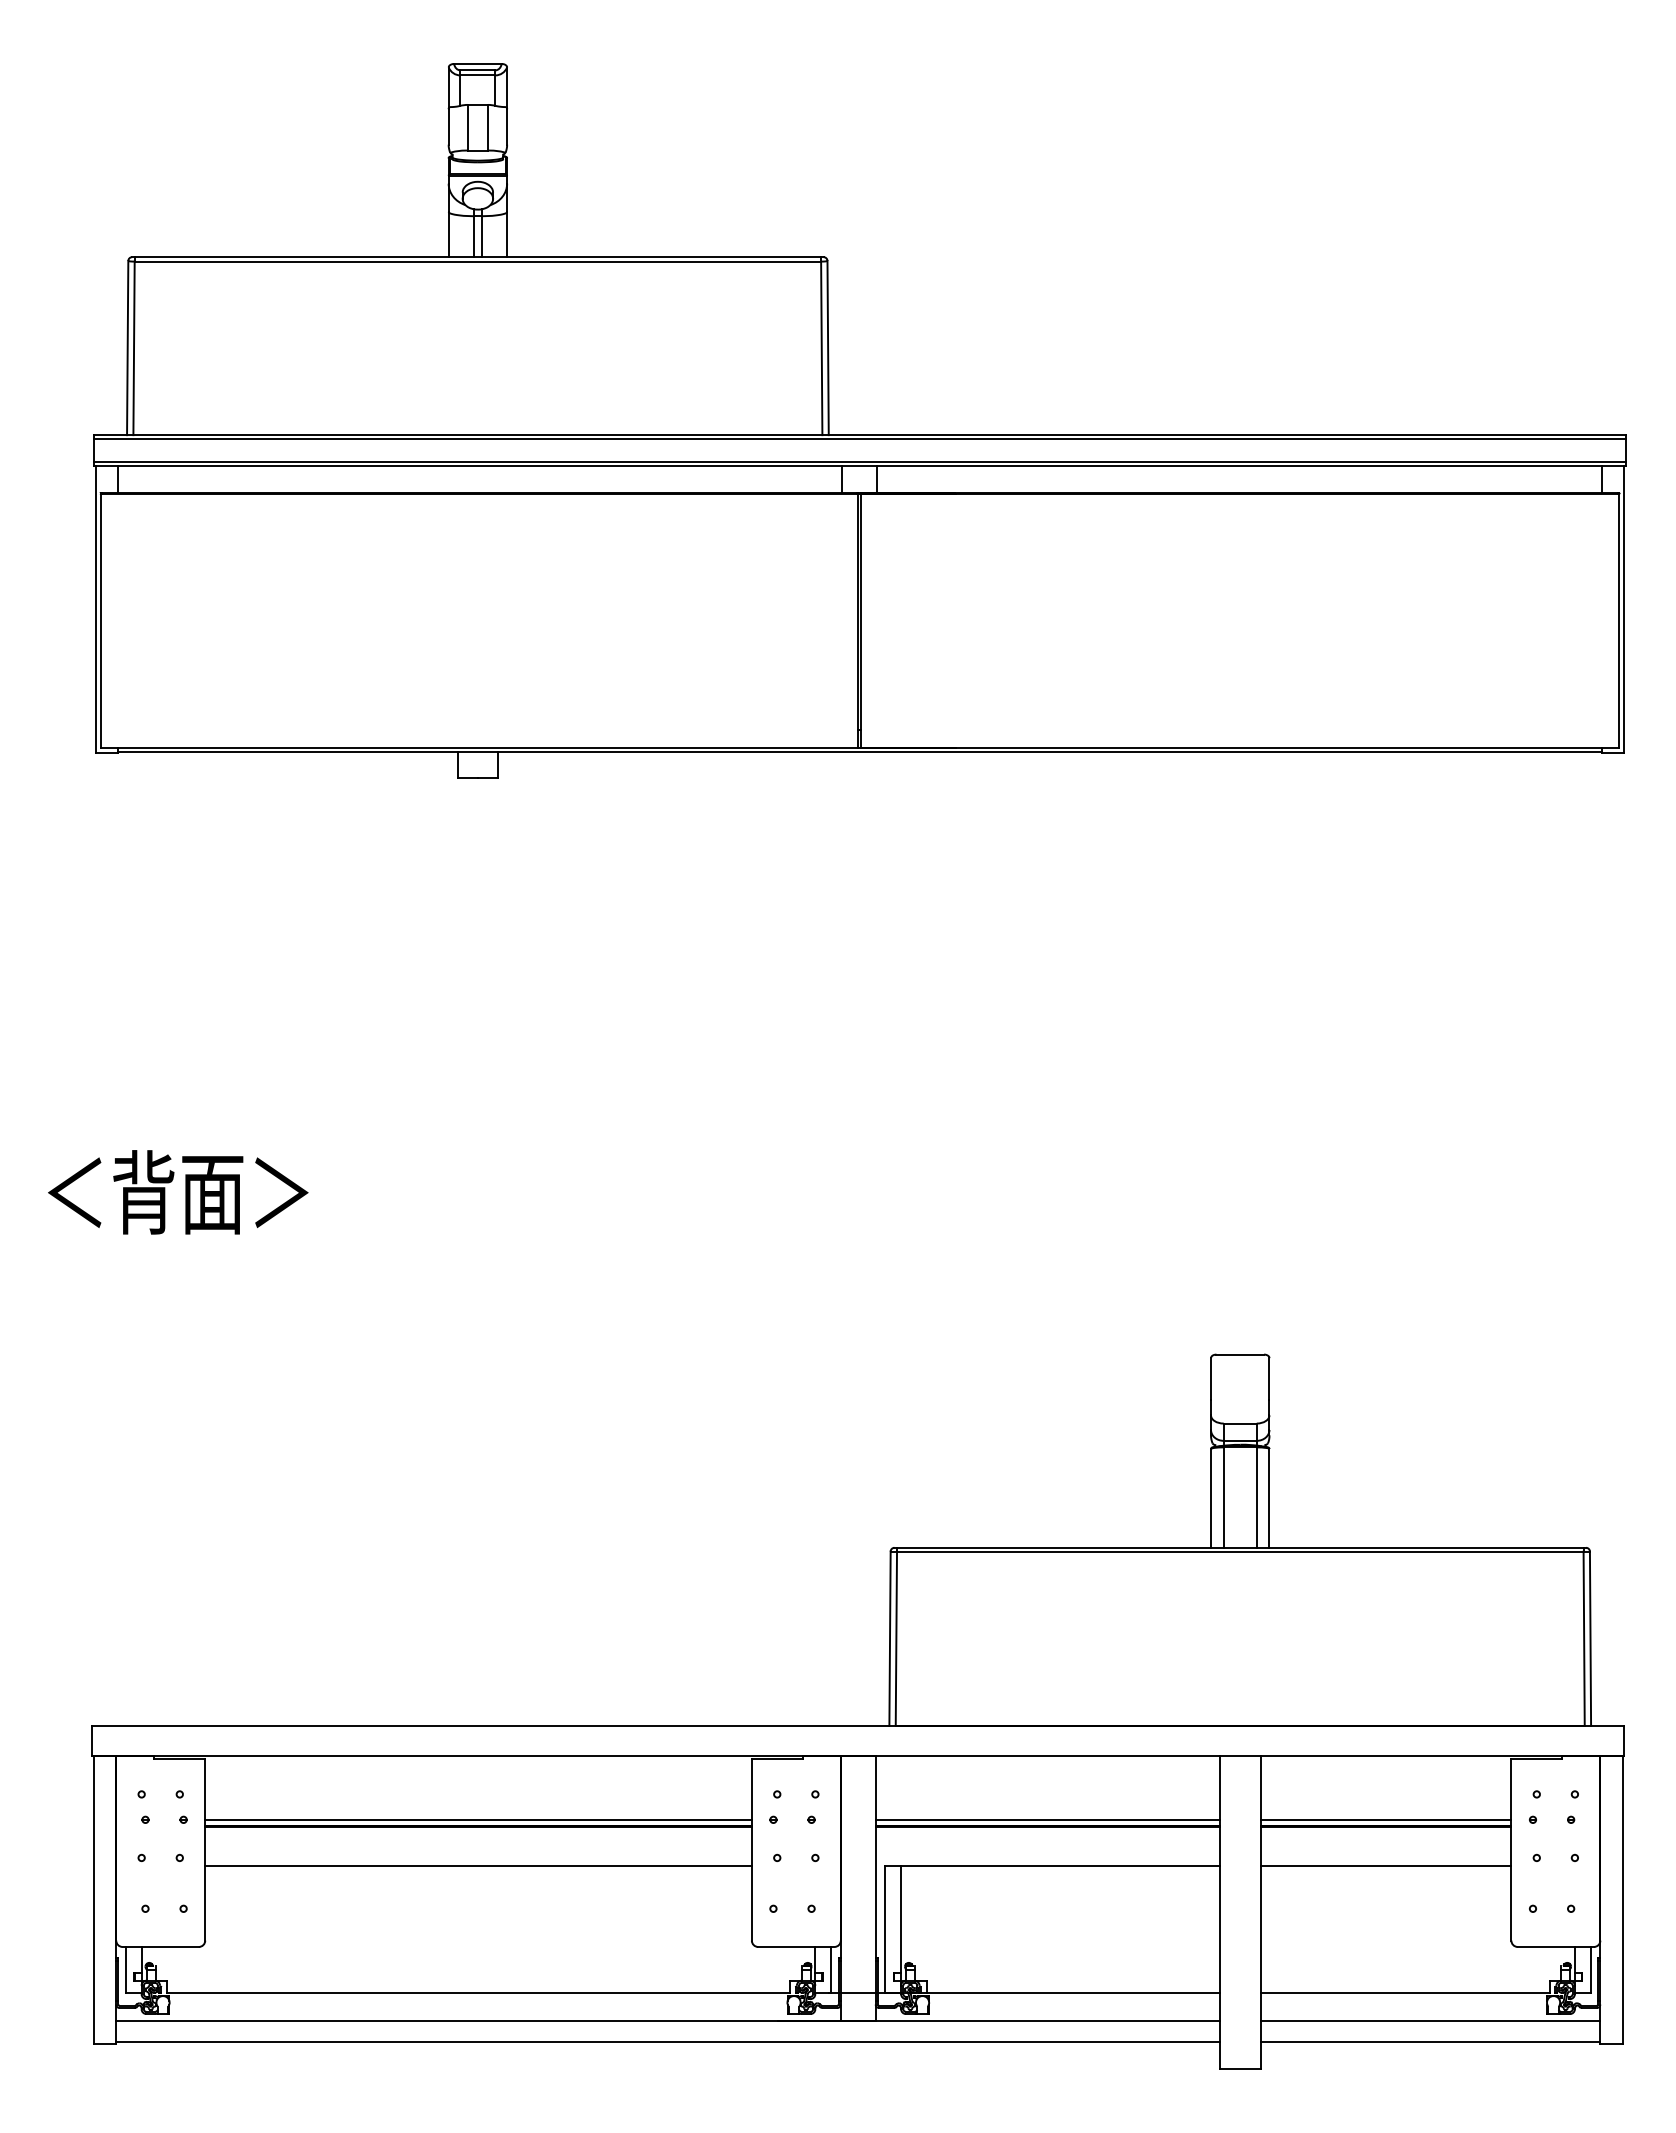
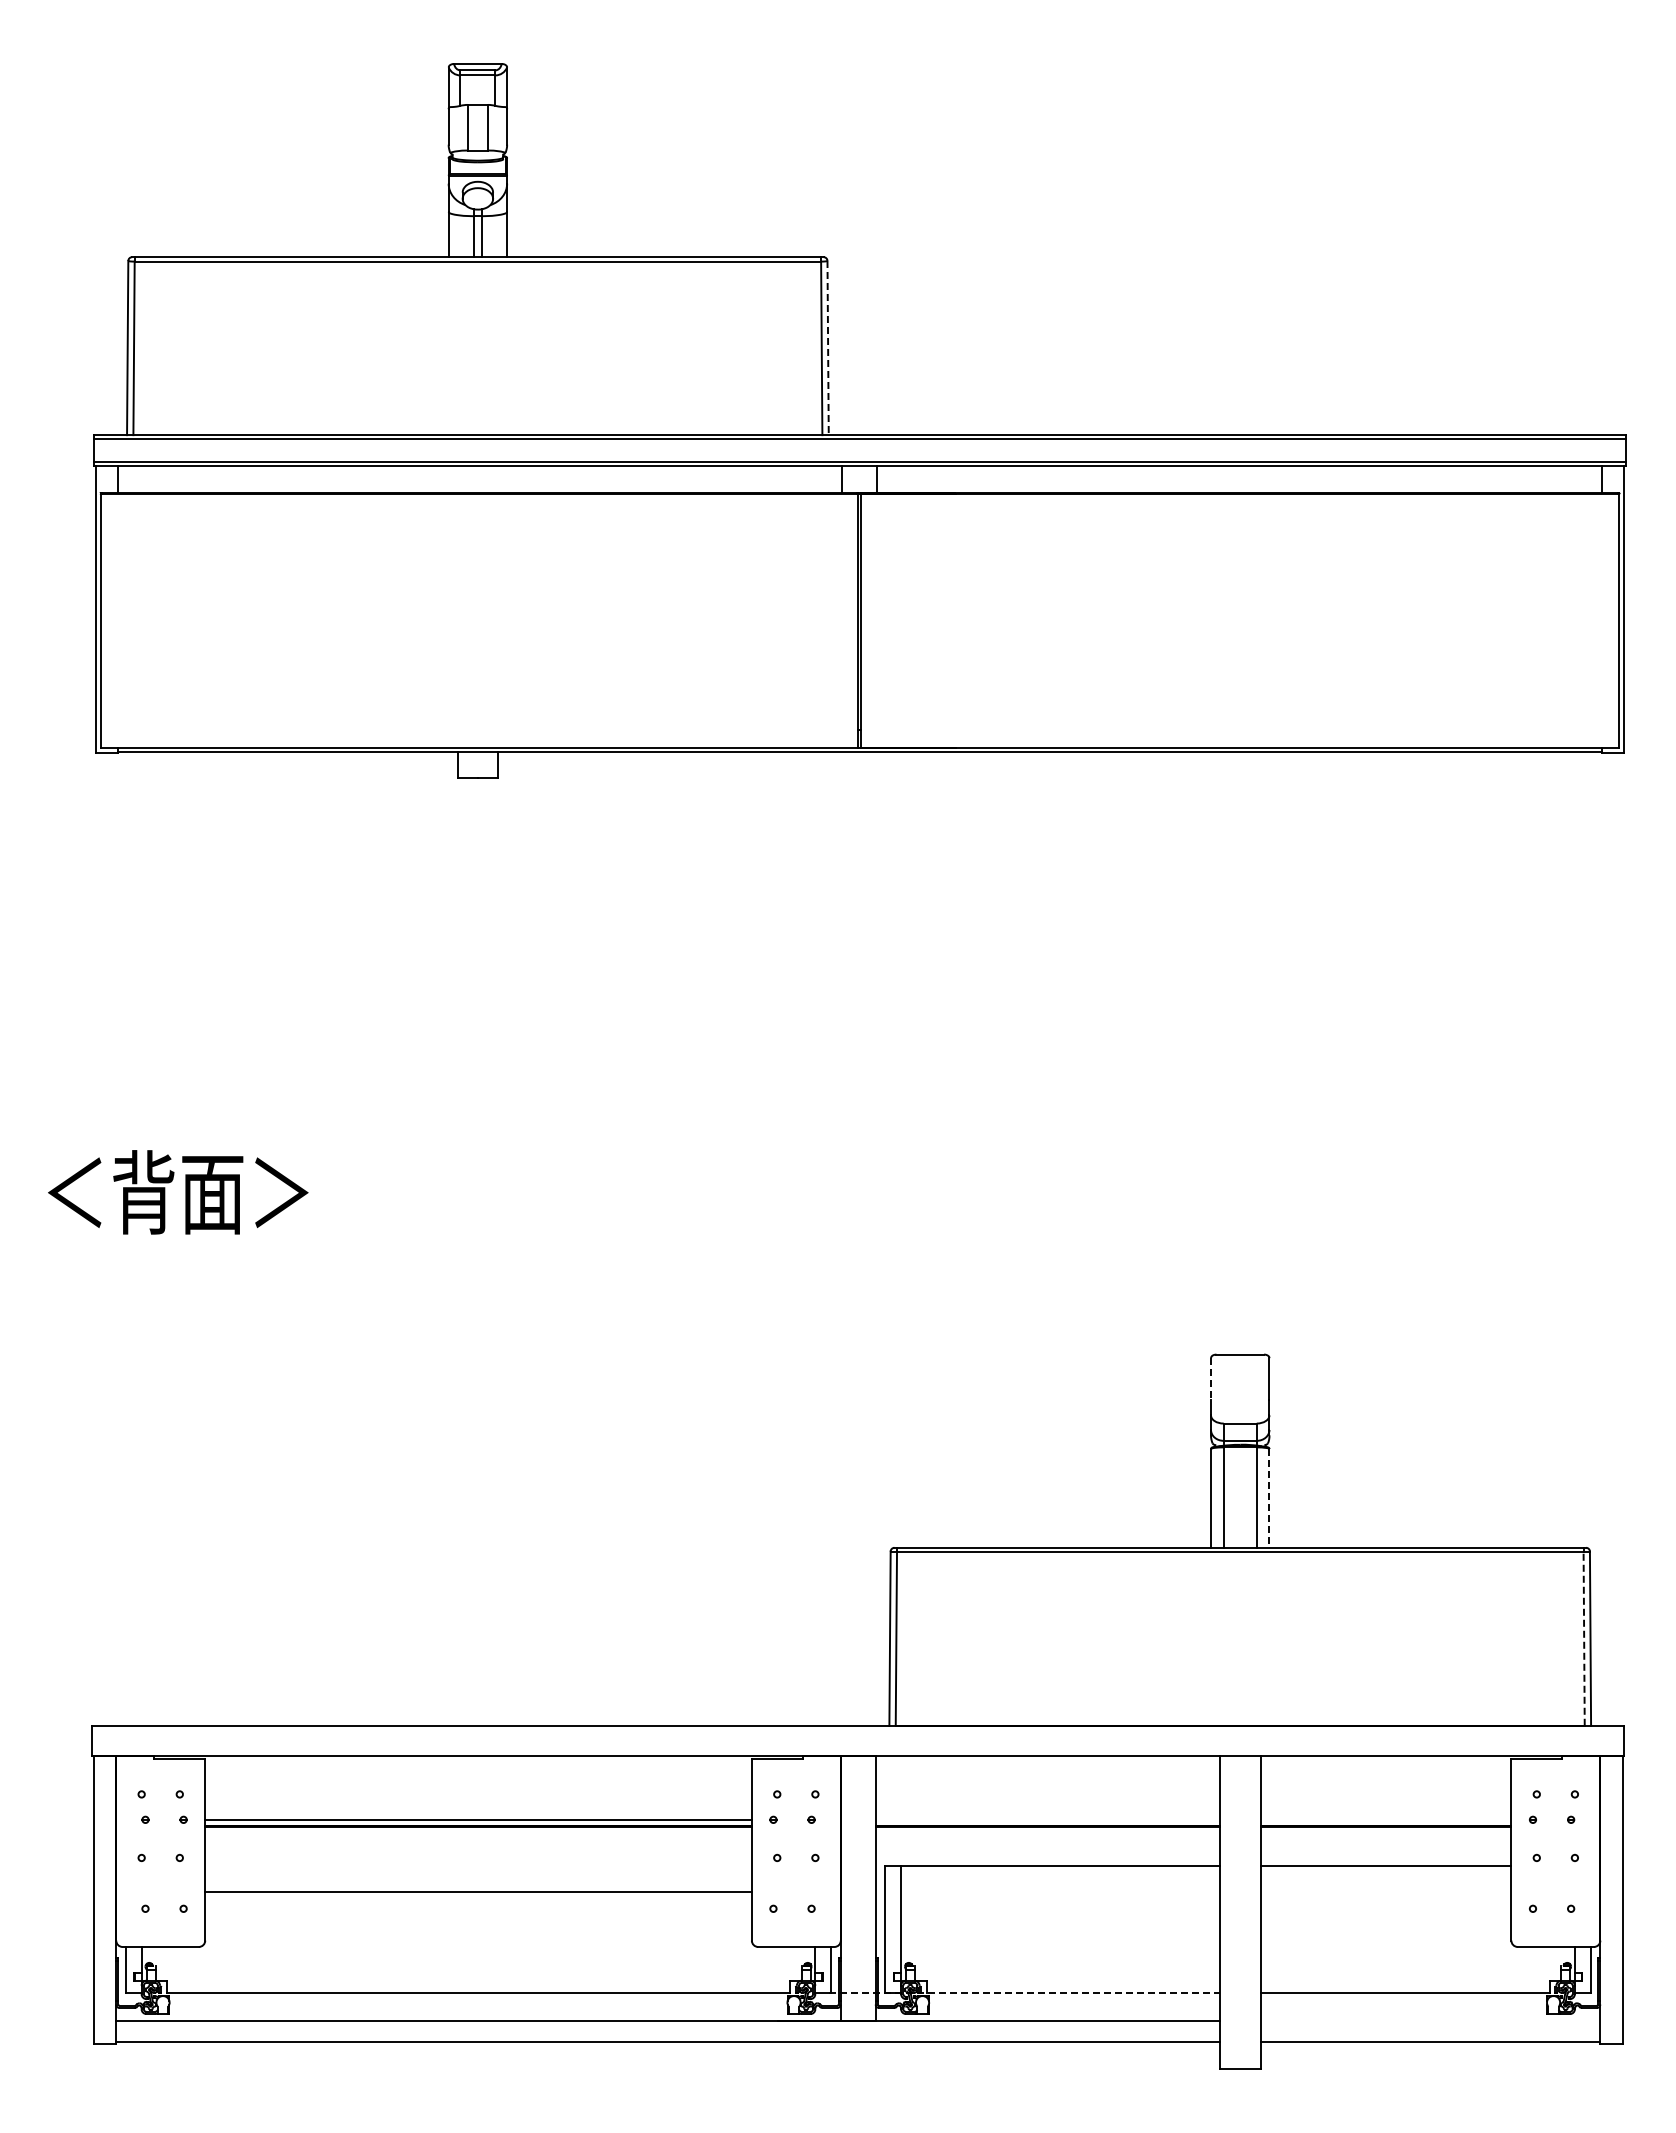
line at (828, 348): solid -> dashed
line at (1211, 1379): solid -> dashed
line at (1269, 1498): solid -> dashed
line at (1584, 1638): solid -> dashed
line at (1047, 1819): present -> none
line at (1385, 1819): present -> none
line at (478, 1866) position: (478, 1866) -> (478, 1892)
line at (1024, 1993): solid -> dashed
line at (1430, 2020): present -> none
